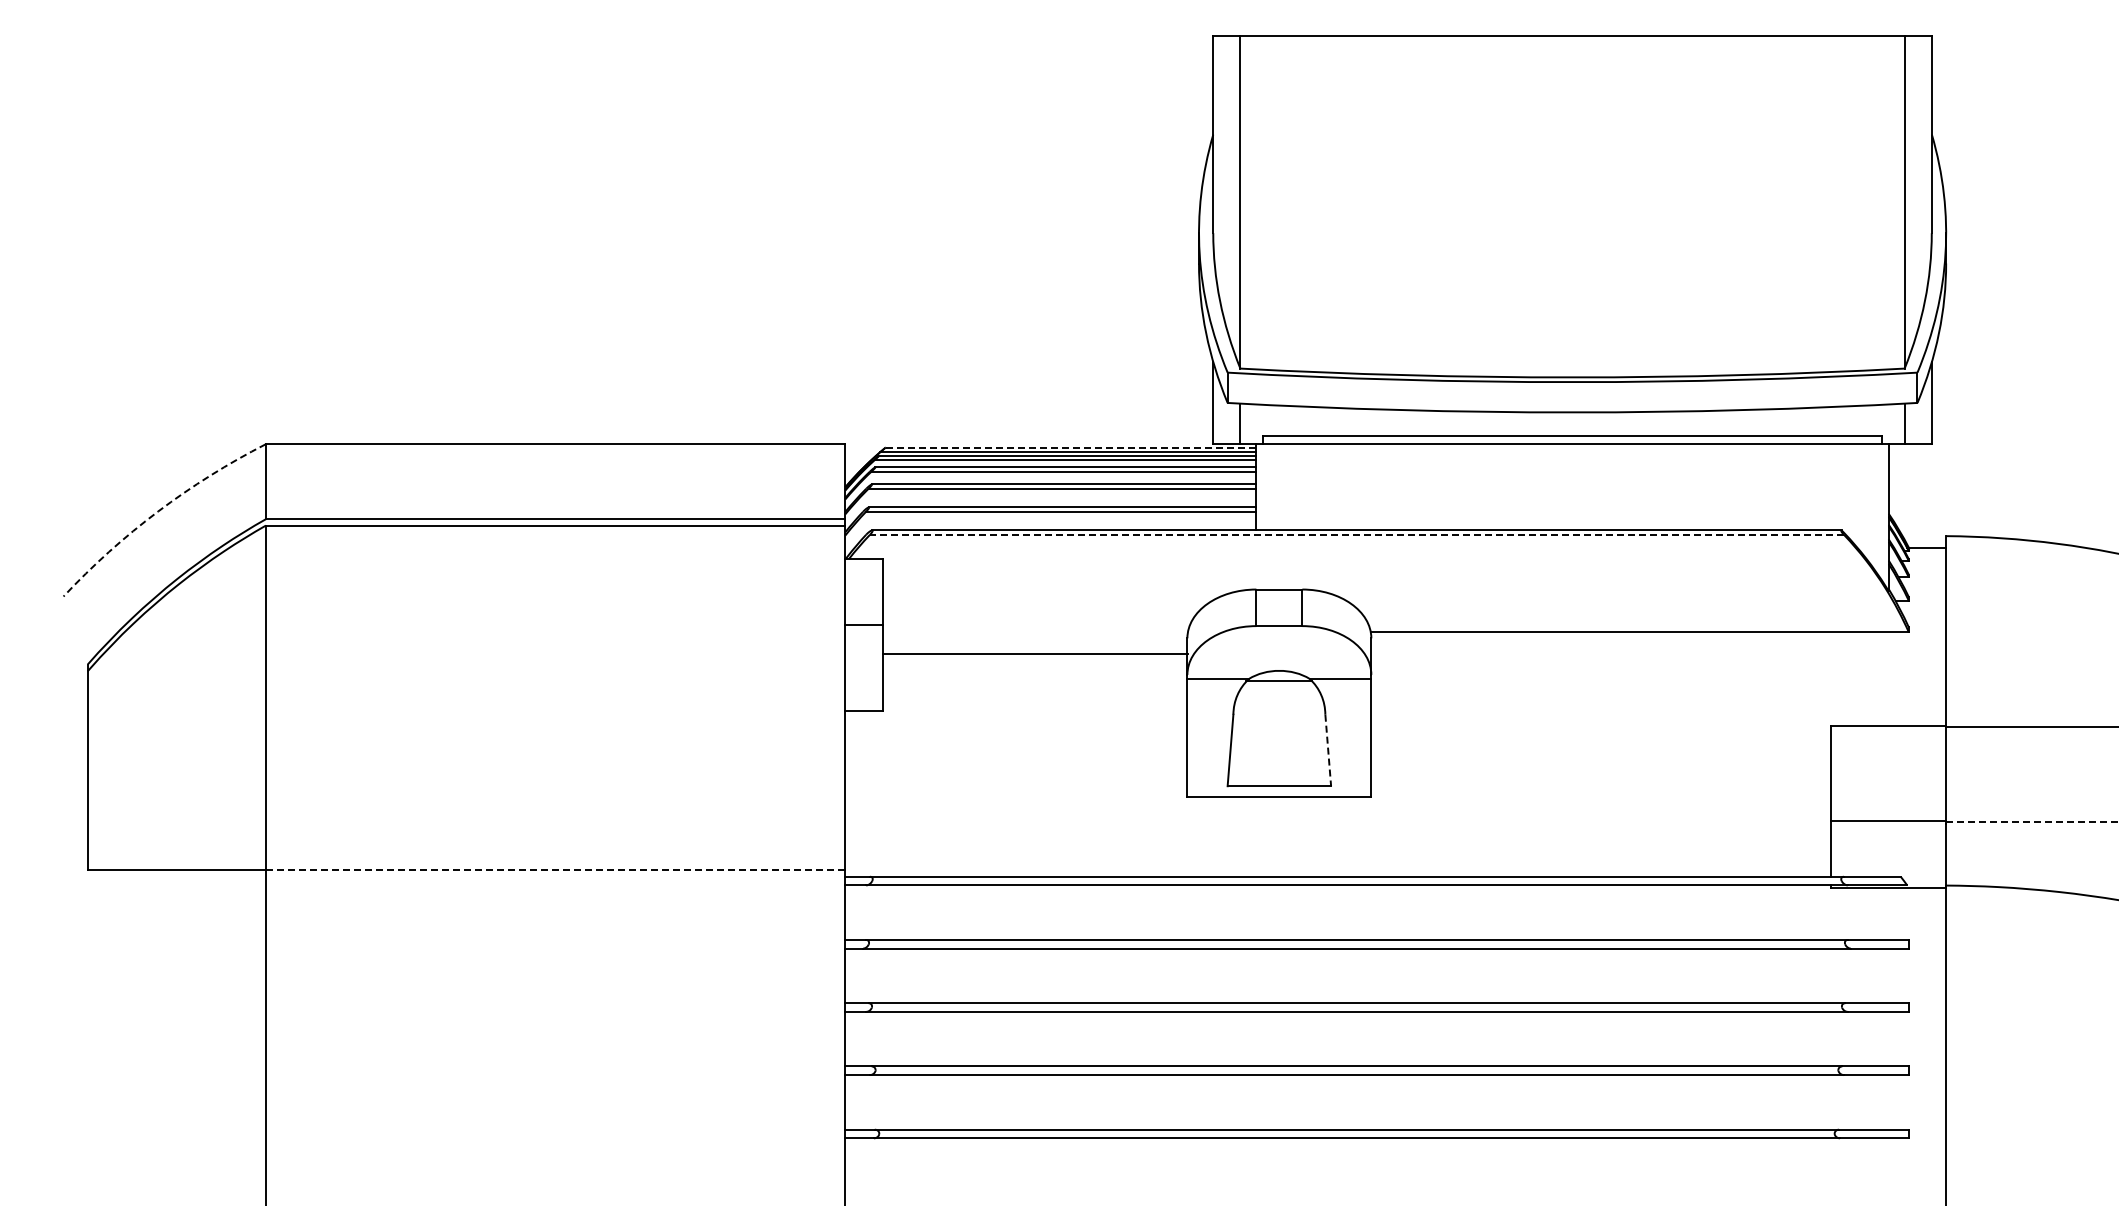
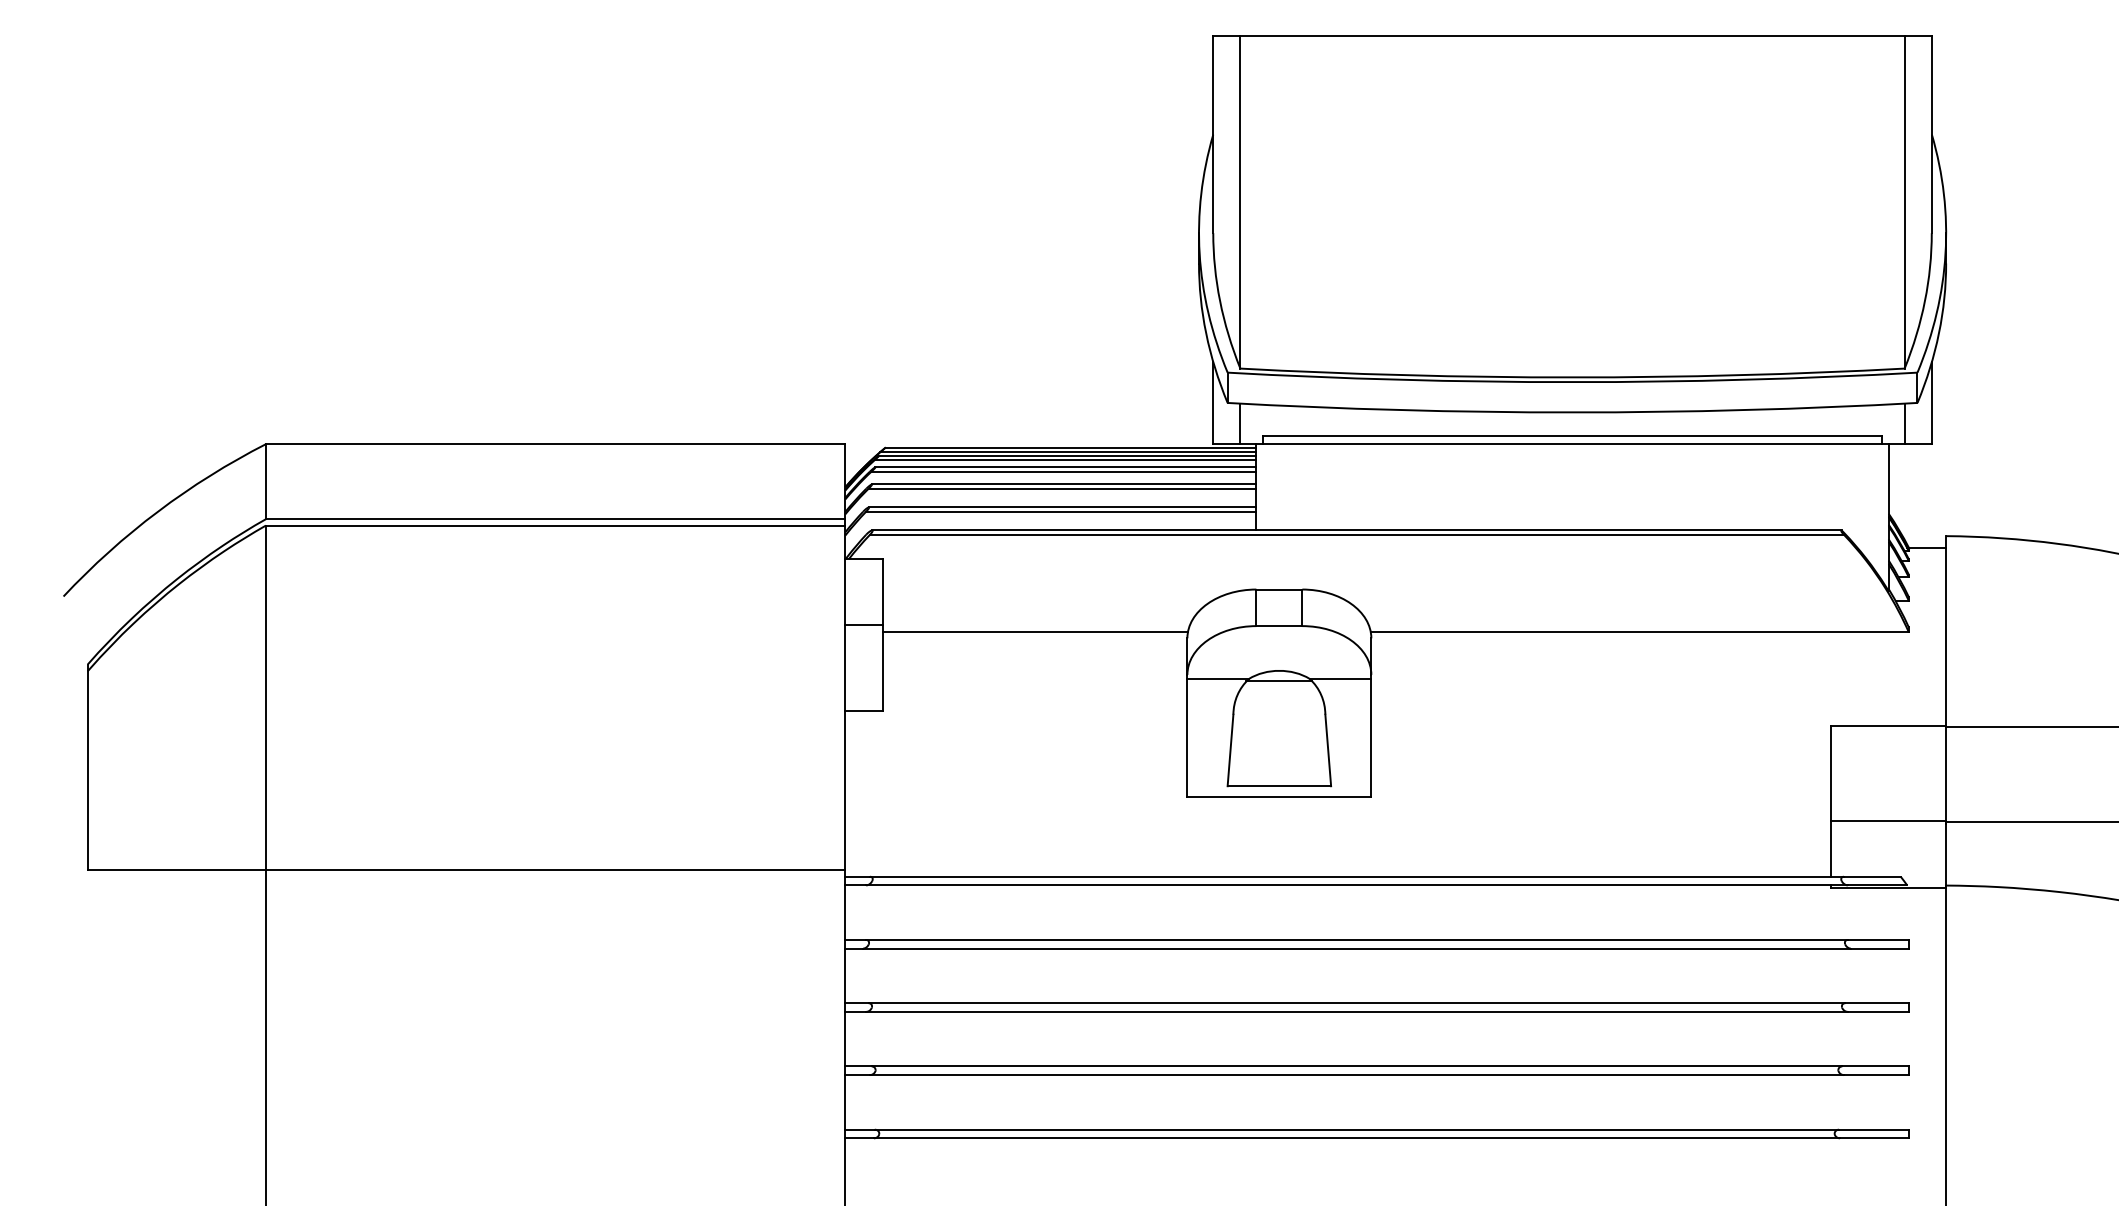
line at (1071, 447): dashed -> solid
arc at (158, 511): dashed -> solid
line at (1356, 534): dashed -> solid
line at (1034, 654) position: (1034, 654) -> (1034, 632)
line at (1328, 750): dashed -> solid
line at (2032, 821): dashed -> solid
line at (555, 869): dashed -> solid
